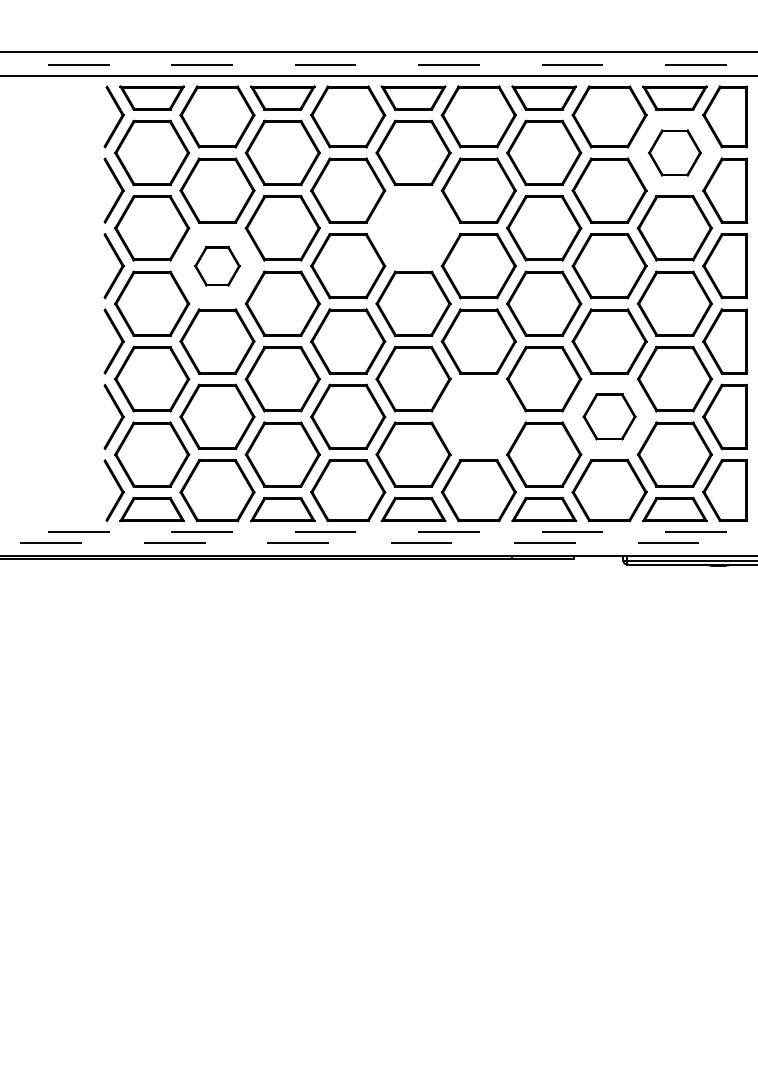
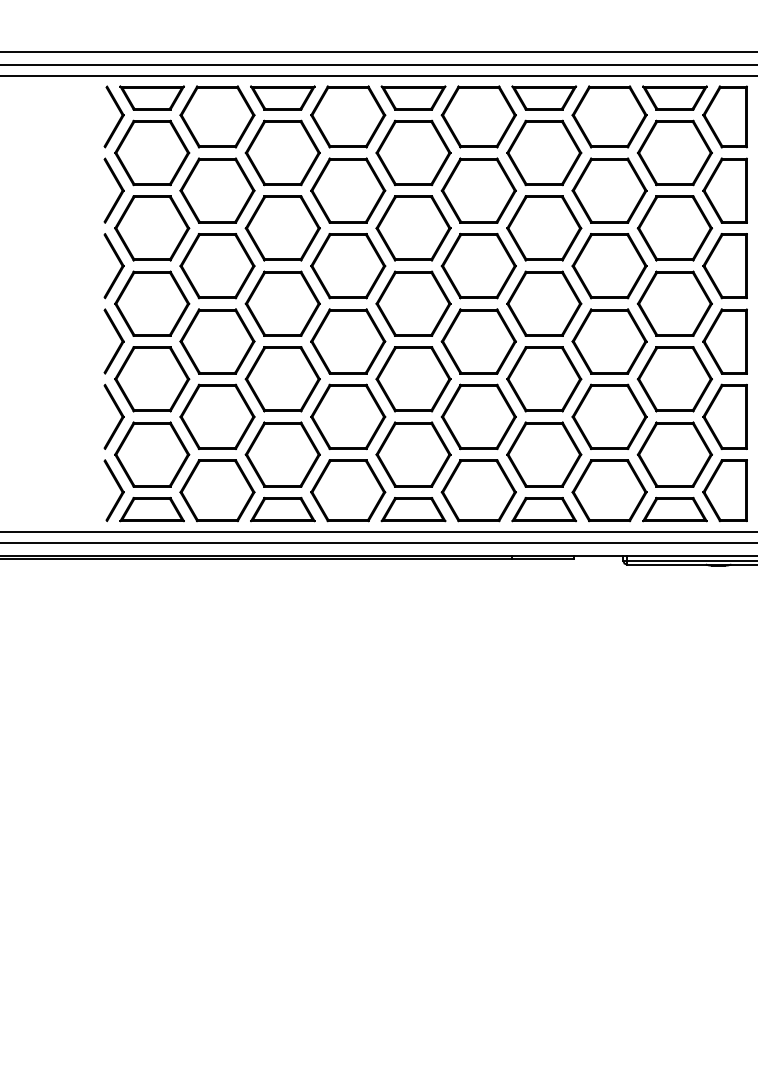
line at (379, 64): dashed -> solid
part at (674, 152) size: 54x48 px -> 76x68 px
part at (413, 228): none -> present
part at (217, 265) size: 47x42 px -> 77x67 px
part at (478, 416): none -> present
part at (609, 416) size: 55x48 px -> 77x67 px
line at (379, 531): dashed -> solid
line at (379, 542): dashed -> solid
